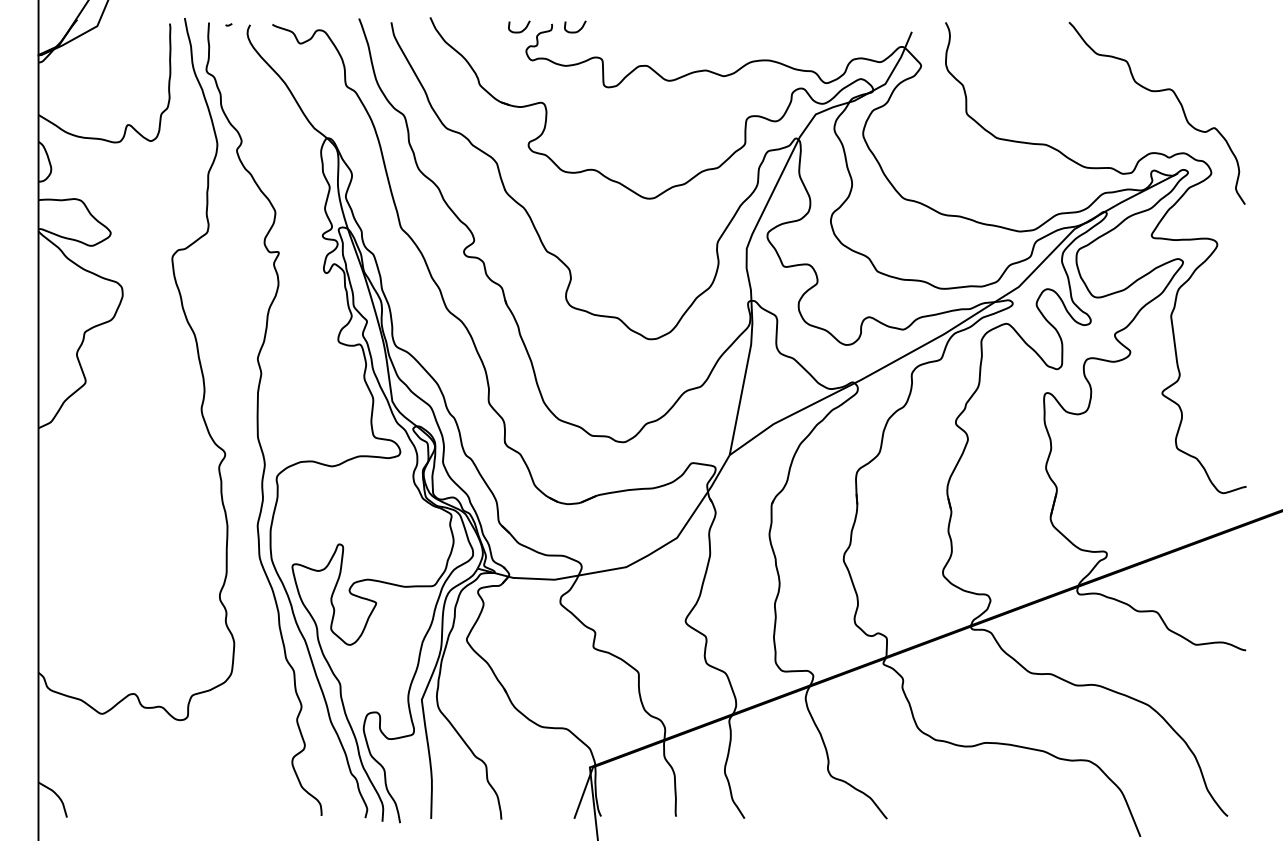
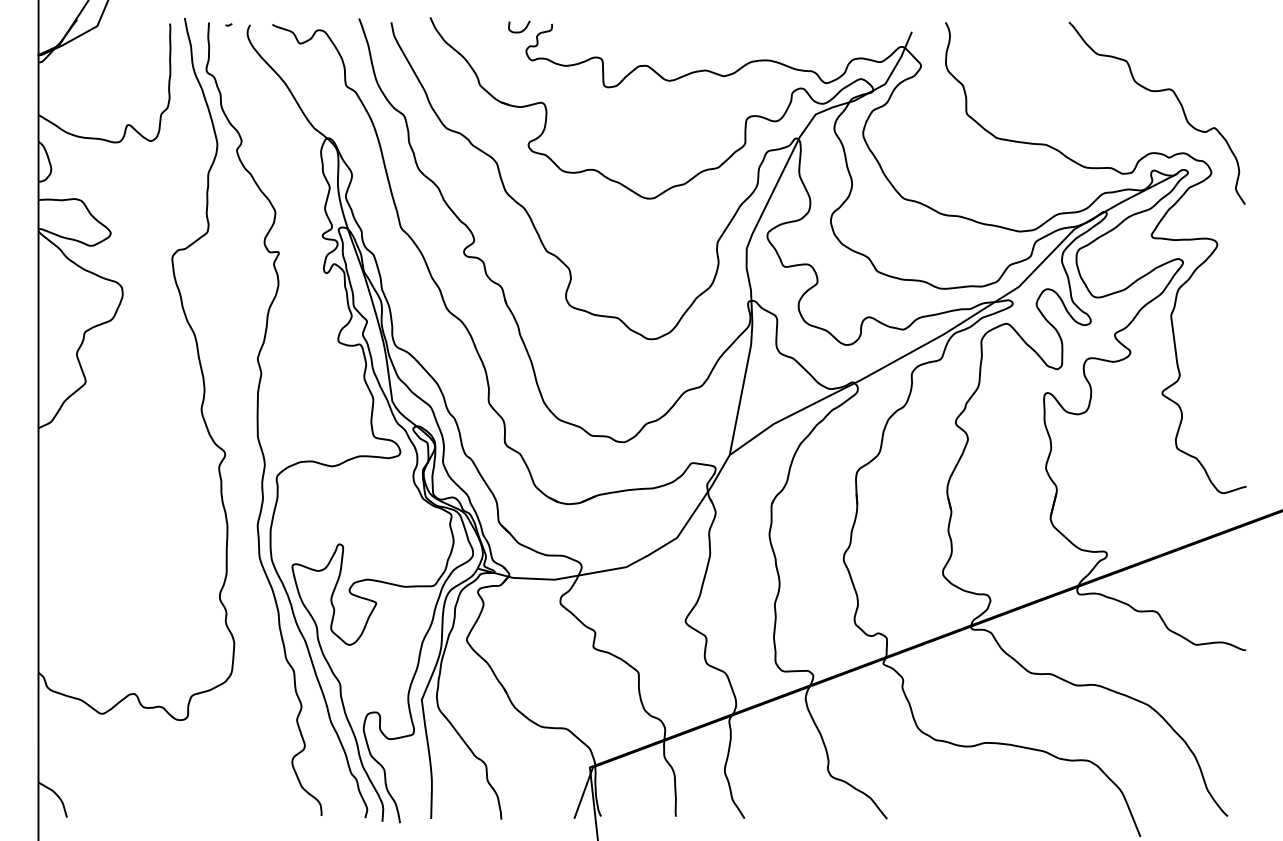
curve at (578, 29): present -> none
